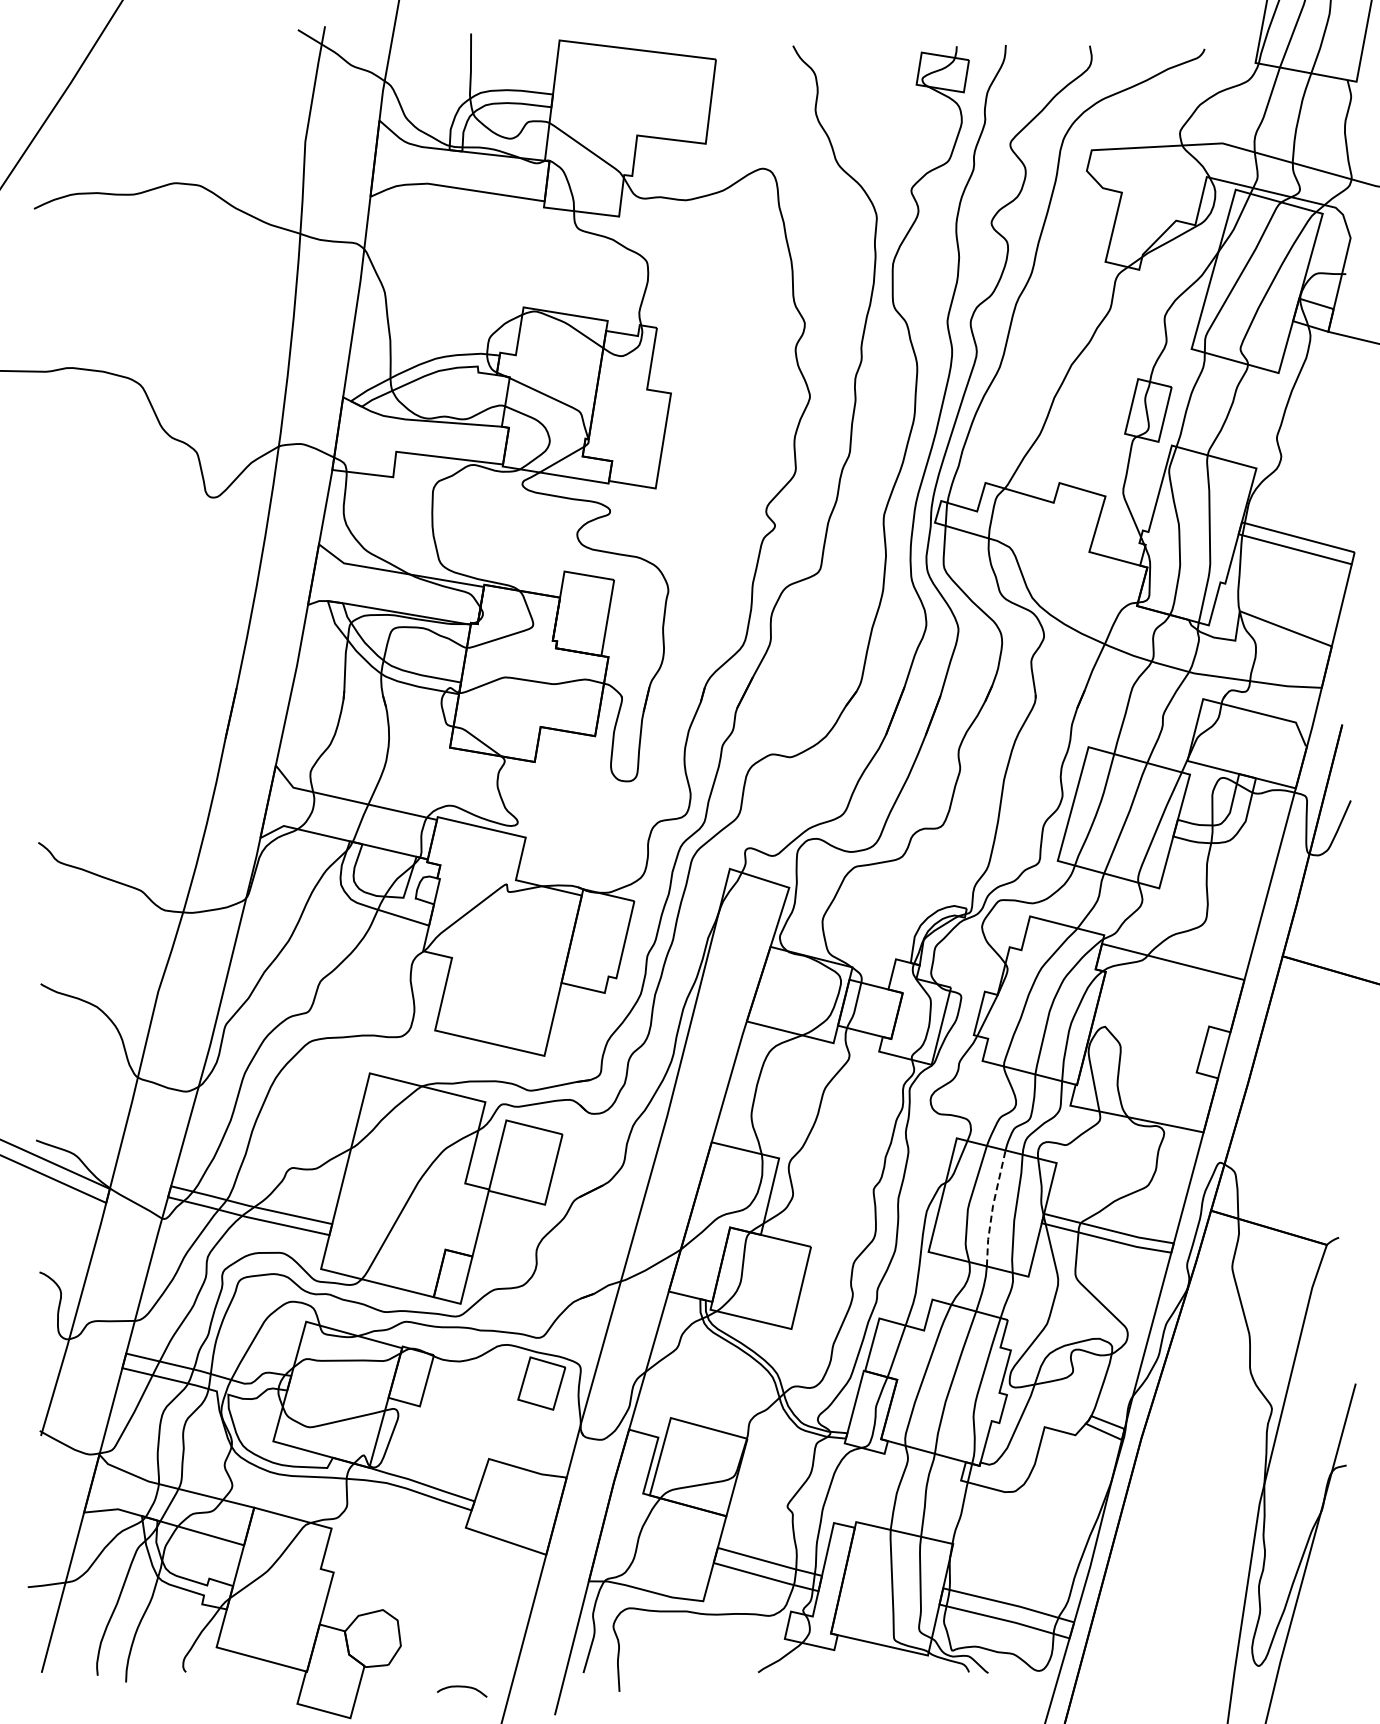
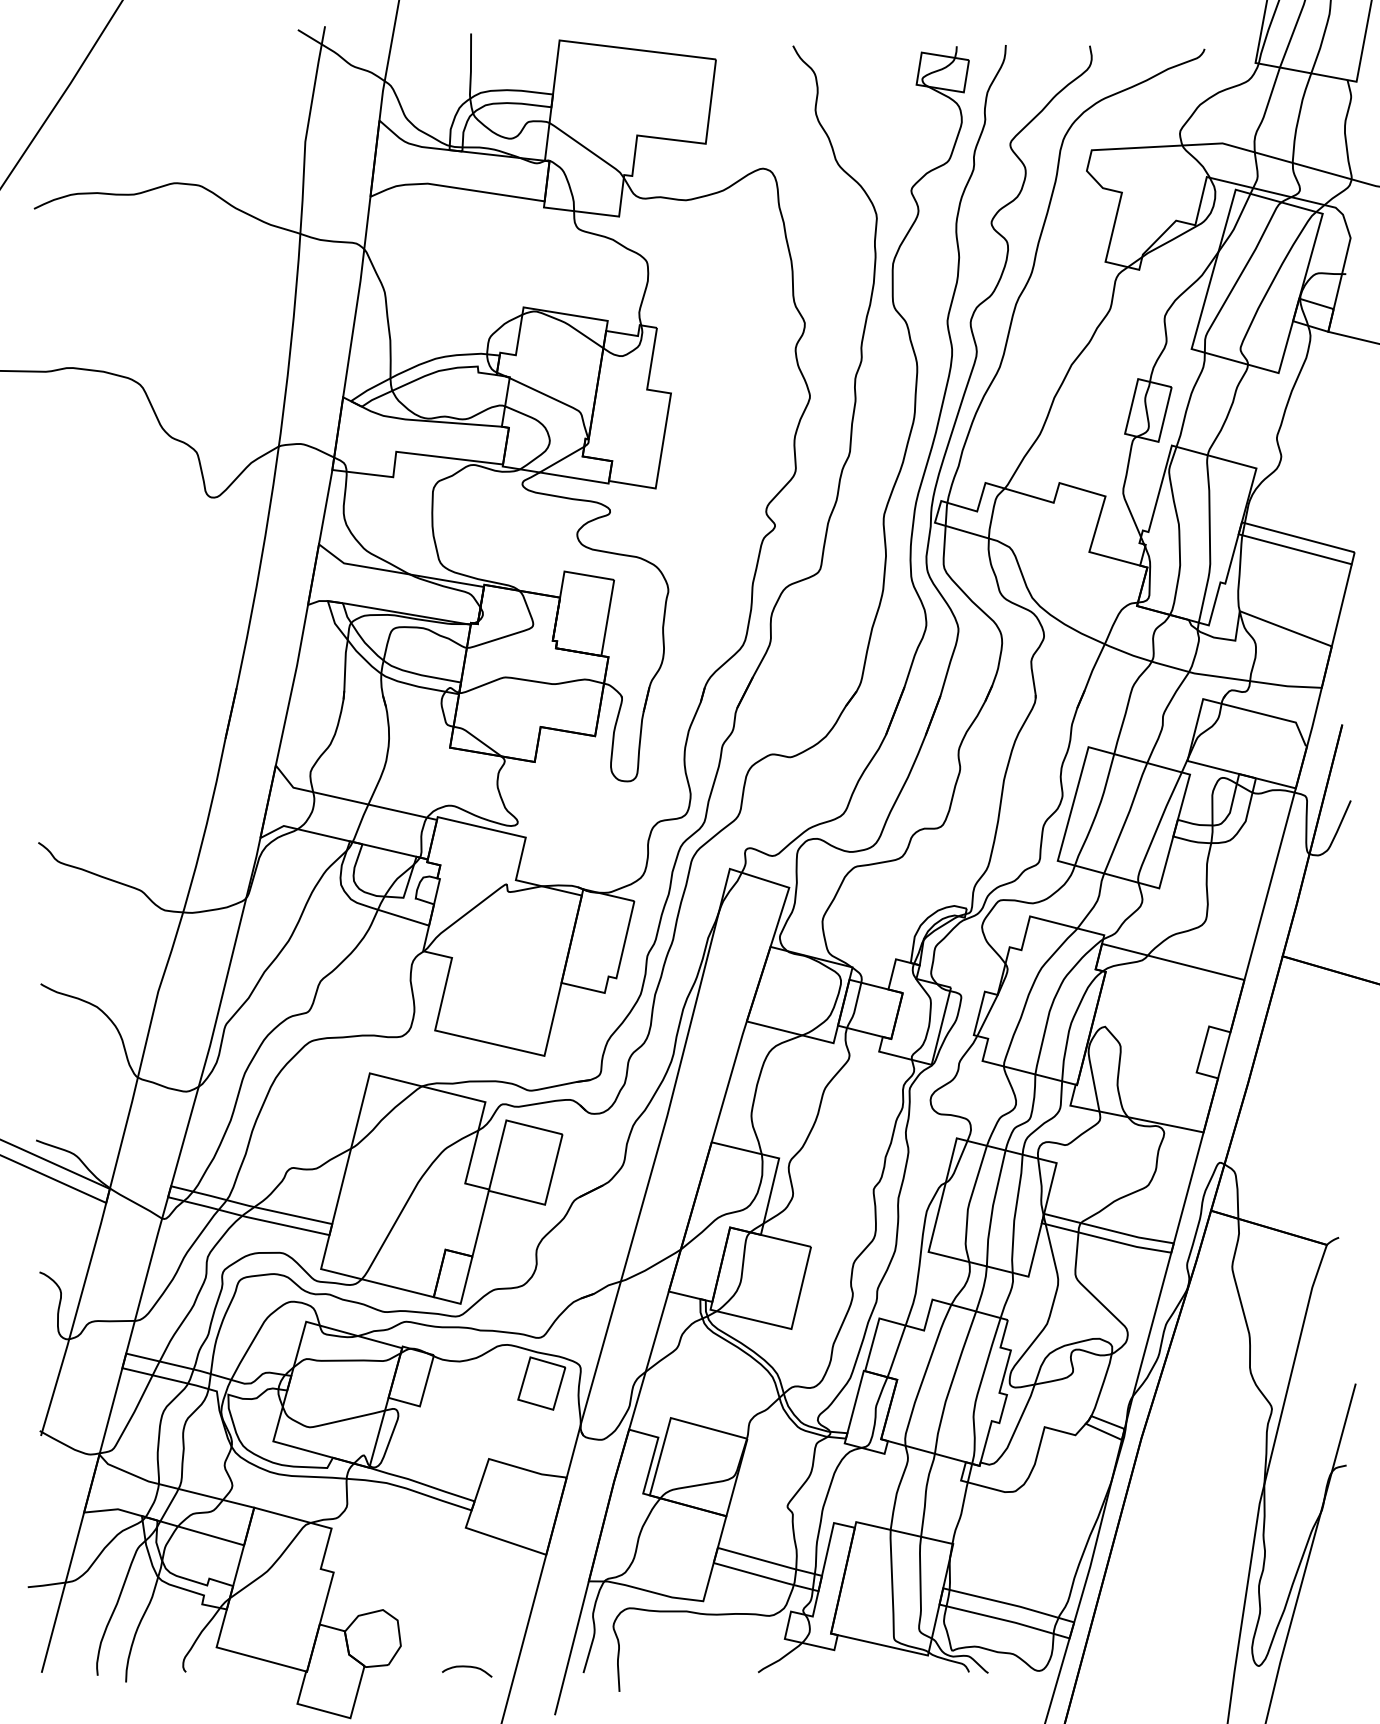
line at (992, 1207): dashed -> solid
curve at (462, 1687) position: (462, 1687) -> (467, 1667)
